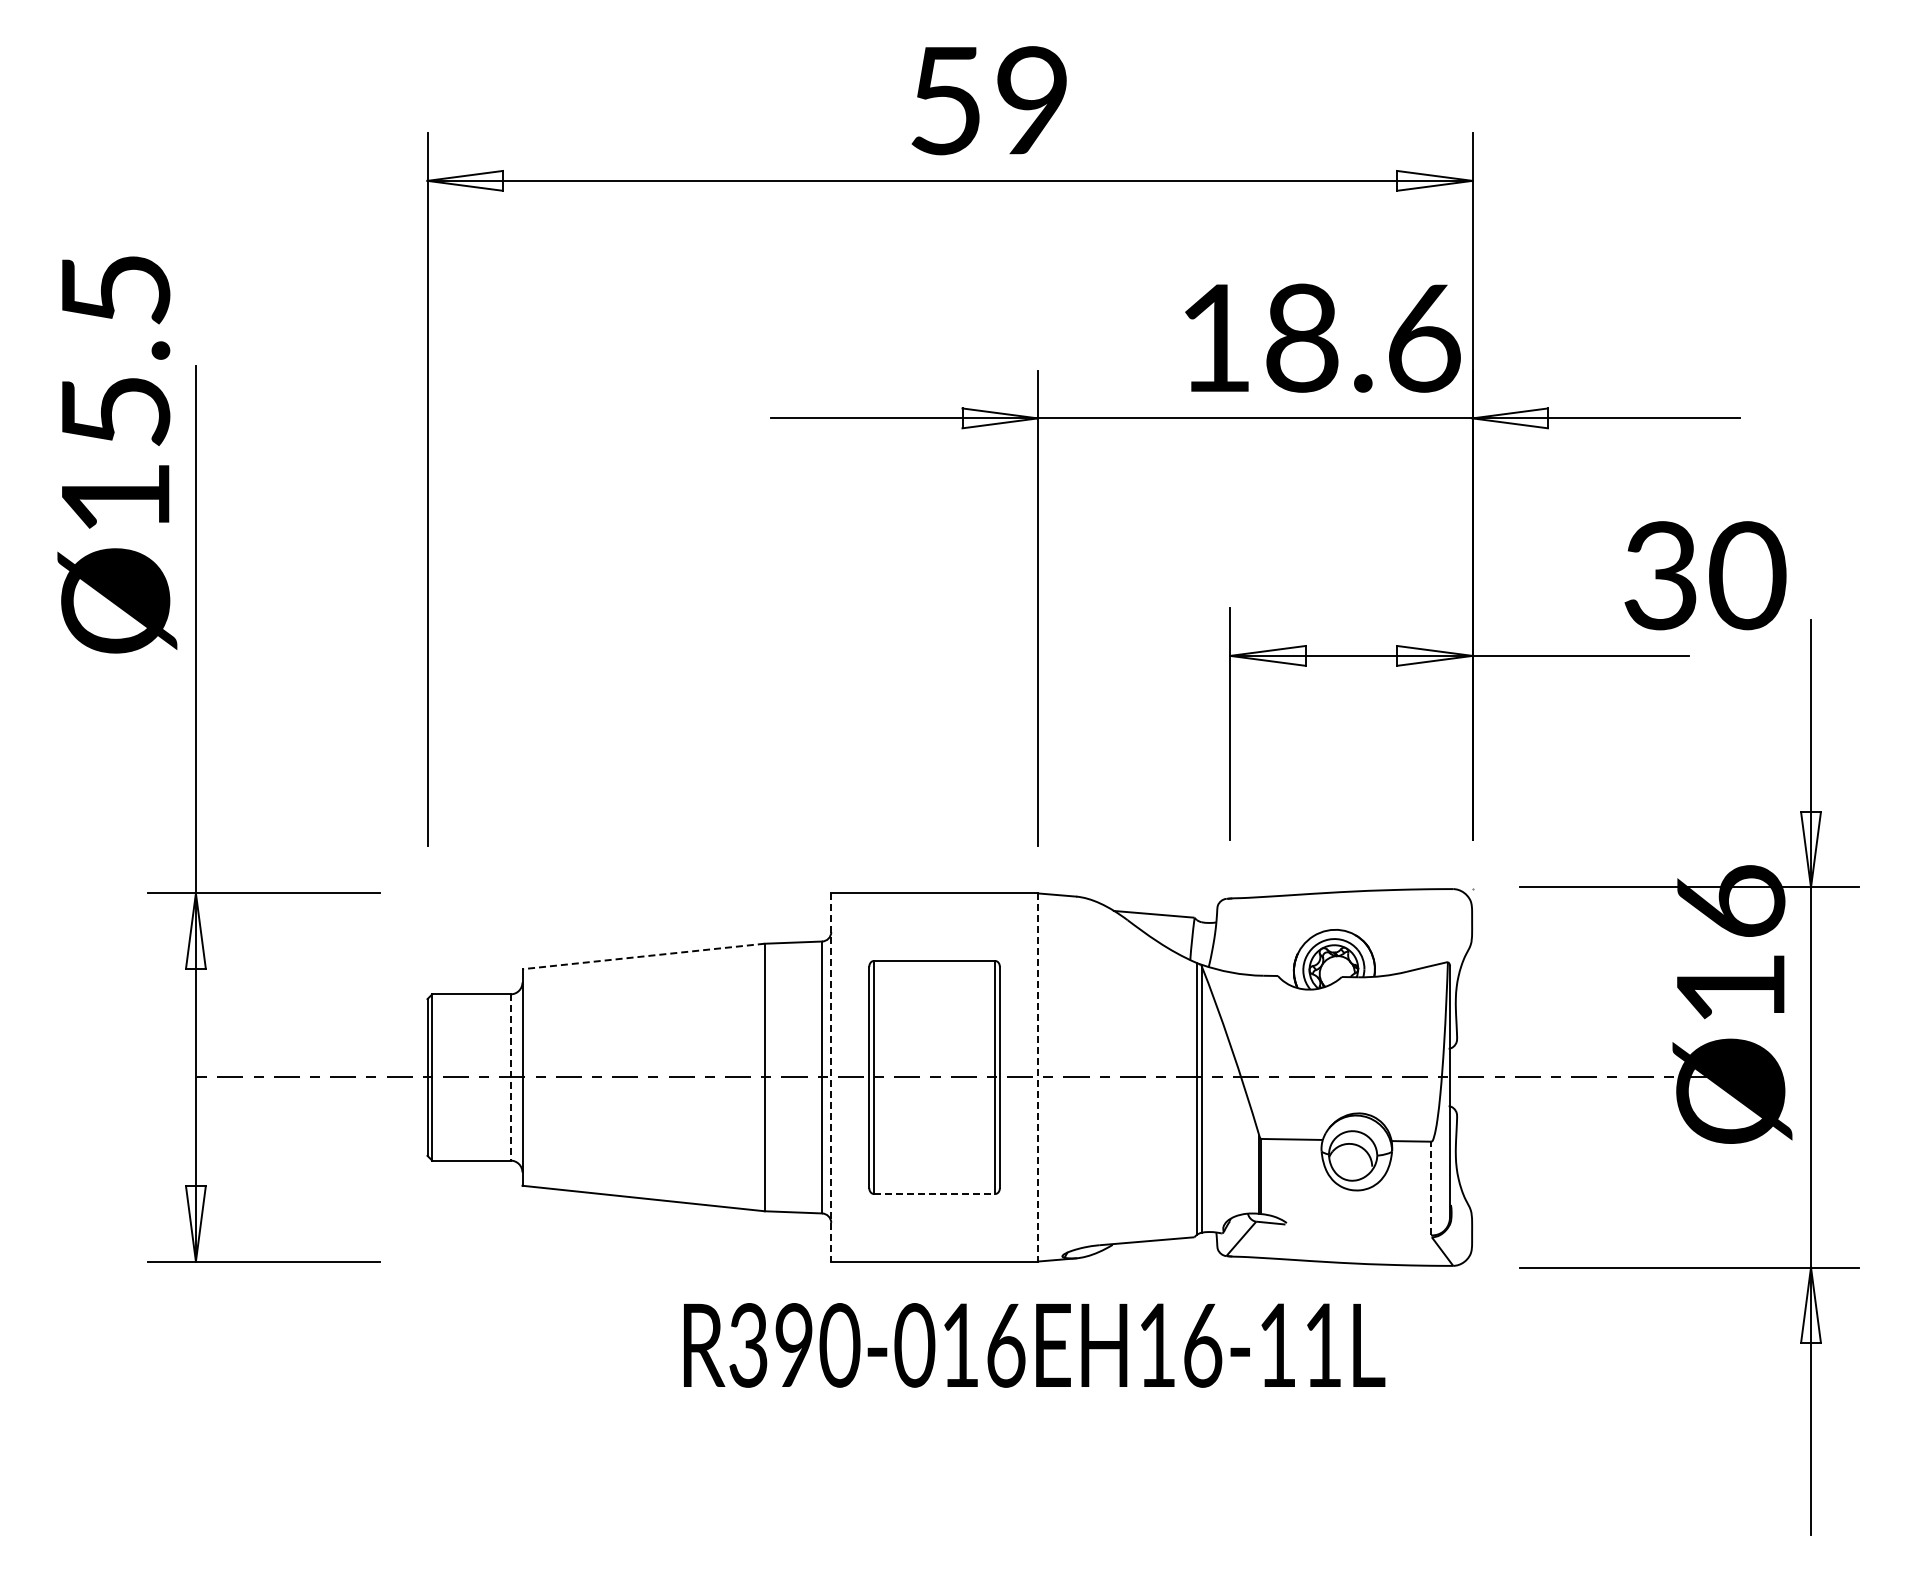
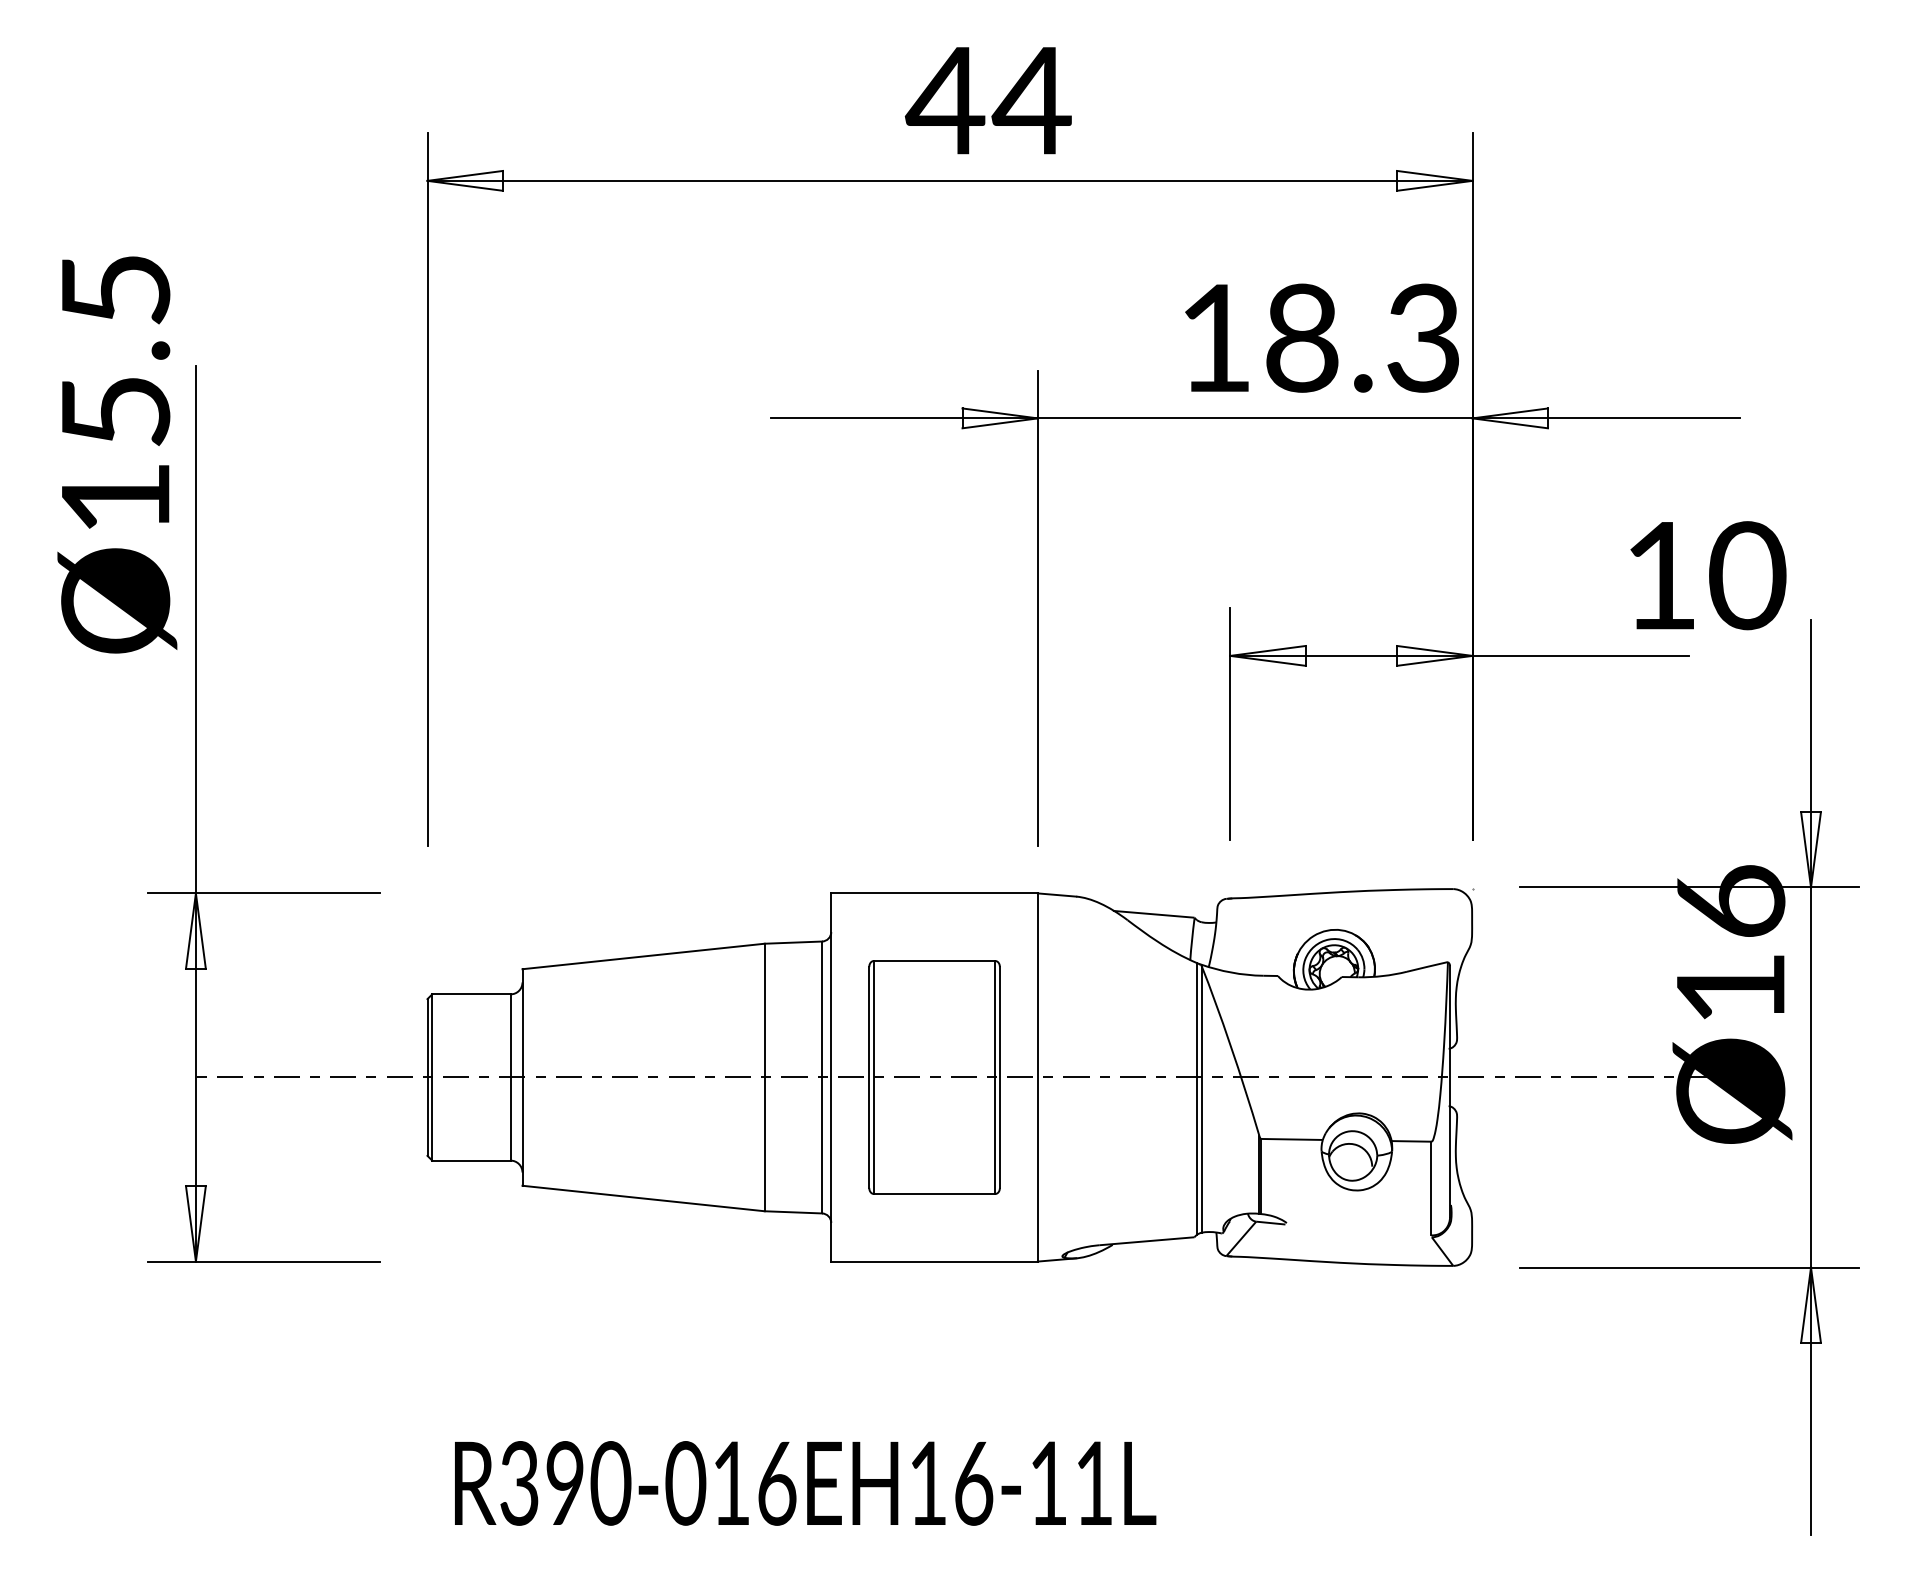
text at (987, 100): 59 -> 44
text at (1423, 337): 18.6 -> 18.3
text at (1660, 575): 30 -> 10
line at (643, 956): dashed -> solid
line at (510, 1077): dashed -> solid
line at (831, 1077): dashed -> solid
line at (1037, 1077): dashed -> solid
line at (1431, 1188): dashed -> solid
line at (934, 1194): dashed -> solid
text at (1034, 1345) position: (1034, 1345) -> (805, 1483)
